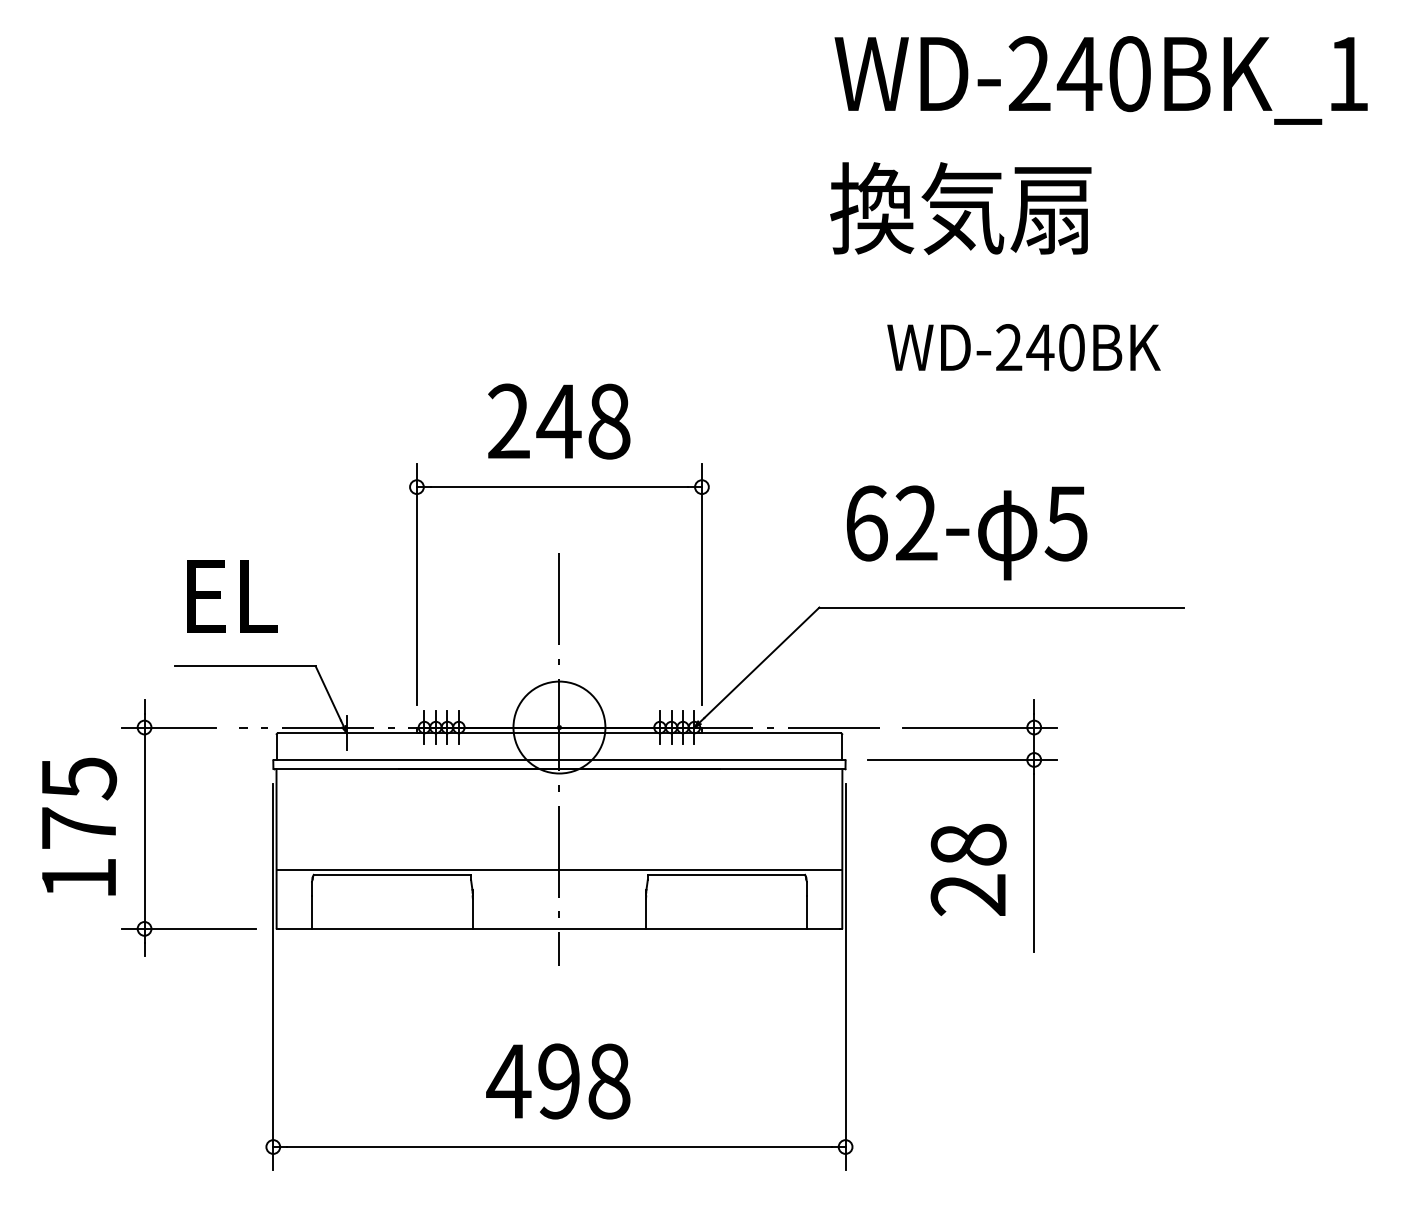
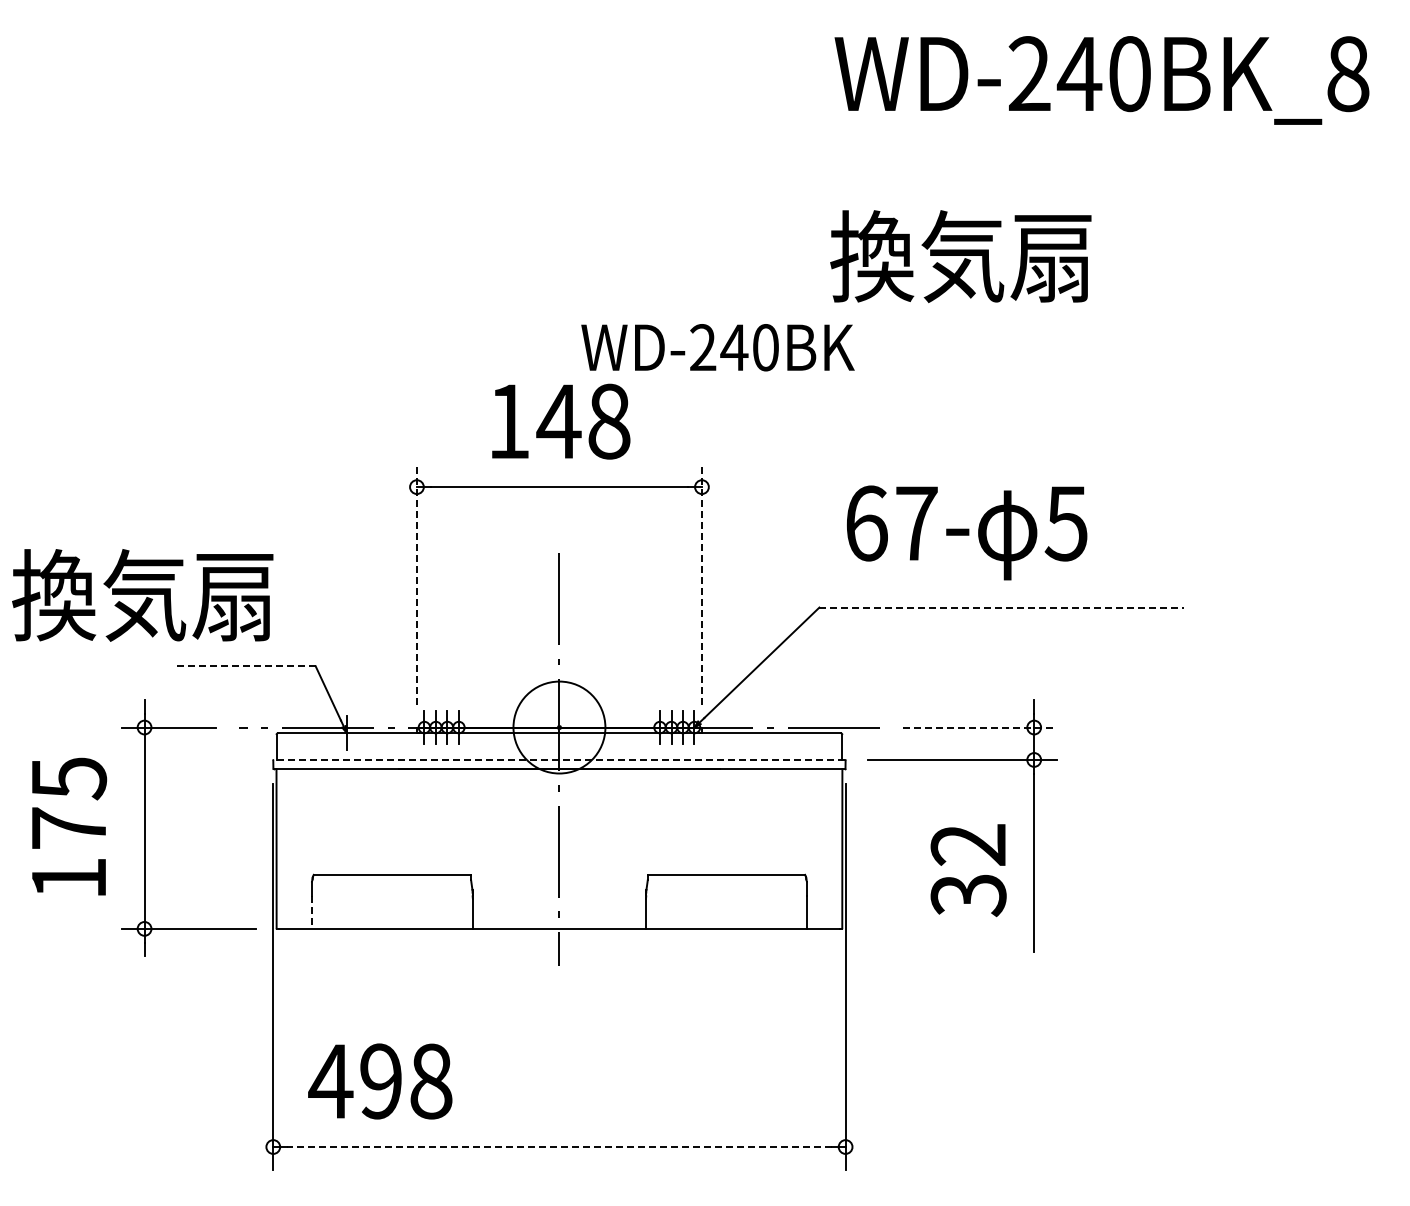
text at (1348, 74): WD-240BK_1 -> WD-240BK_8
text at (960, 208) position: (960, 208) -> (960, 256)
text at (1023, 347) position: (1023, 347) -> (717, 347)
text at (508, 420): 248 -> 148
text at (916, 522): 62- -> 67-
line at (416, 583): solid -> dashed
line at (701, 583): solid -> dashed
text at (144, 595): EL -> 換気扇
line at (1001, 607): solid -> dashed
line at (245, 666): solid -> dashed
line at (980, 727): solid -> dashed
line at (559, 759): solid -> dashed
text at (79, 826) position: (79, 826) -> (69, 826)
line at (559, 869): present -> none
text at (968, 870): 28 -> 32
line at (312, 913): solid -> dashed
text at (558, 1081) position: (558, 1081) -> (380, 1081)
line at (558, 1147): solid -> dashed
